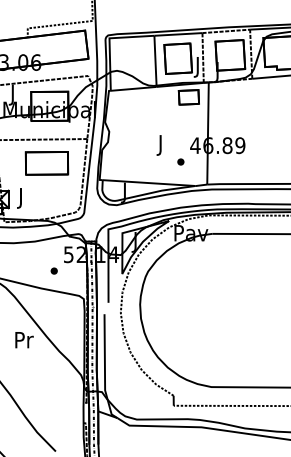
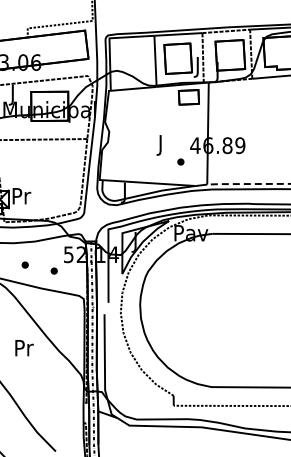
part at (46, 163): present -> none
line at (248, 184): solid -> dashed
text at (21, 198): J -> Pr
part at (24, 264): none -> present
text at (24, 340) position: (24, 340) -> (24, 348)
